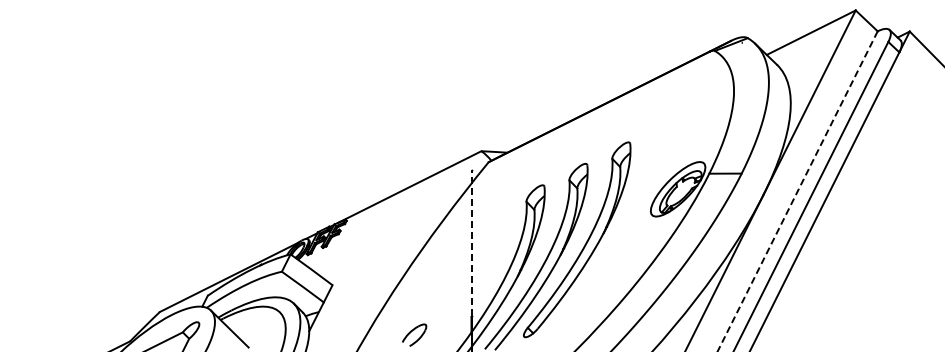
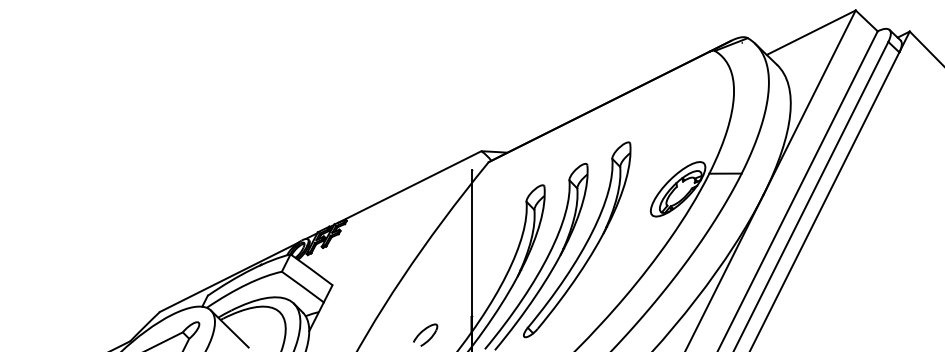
line at (797, 192): dashed -> solid
line at (471, 242): dashed -> solid
part at (414, 334) position: (414, 334) -> (425, 334)
